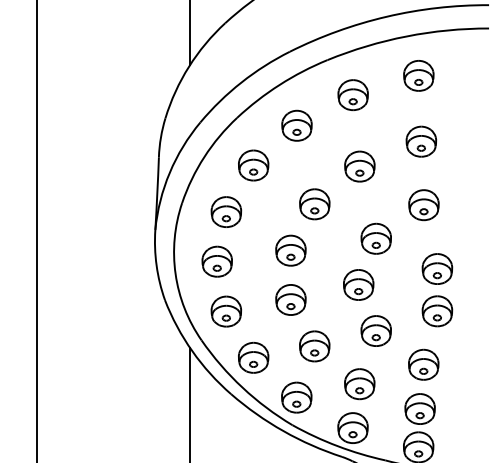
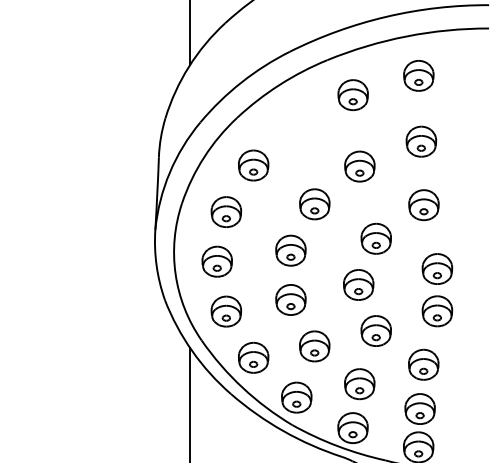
part at (296, 125): present -> none
line at (36, 230): present -> none
